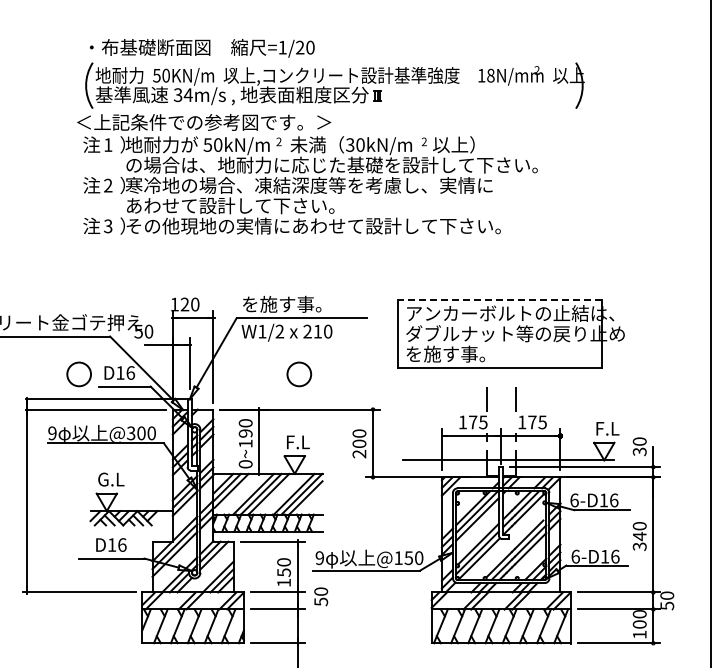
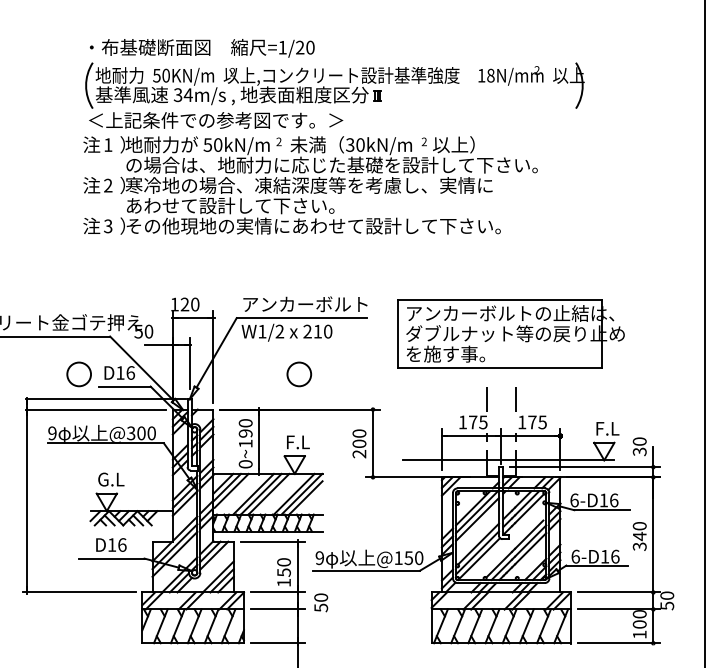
text at (204, 122) position: (204, 122) -> (216, 120)
line at (499, 300): dashed -> solid
text at (305, 303): を施す事。 -> アンカーボルト
line at (711, 333) position: (711, 333) -> (705, 333)
text at (321, 596) position: (321, 596) -> (321, 602)
